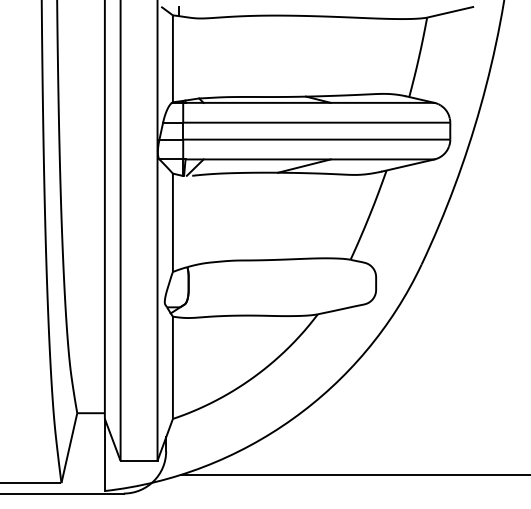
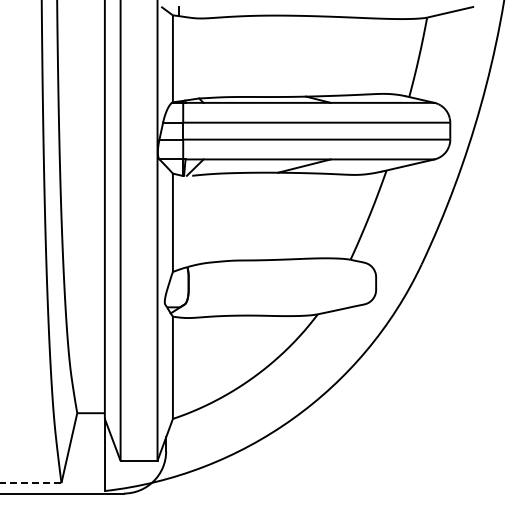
line at (353, 474): present -> none
line at (30, 483): solid -> dashed
